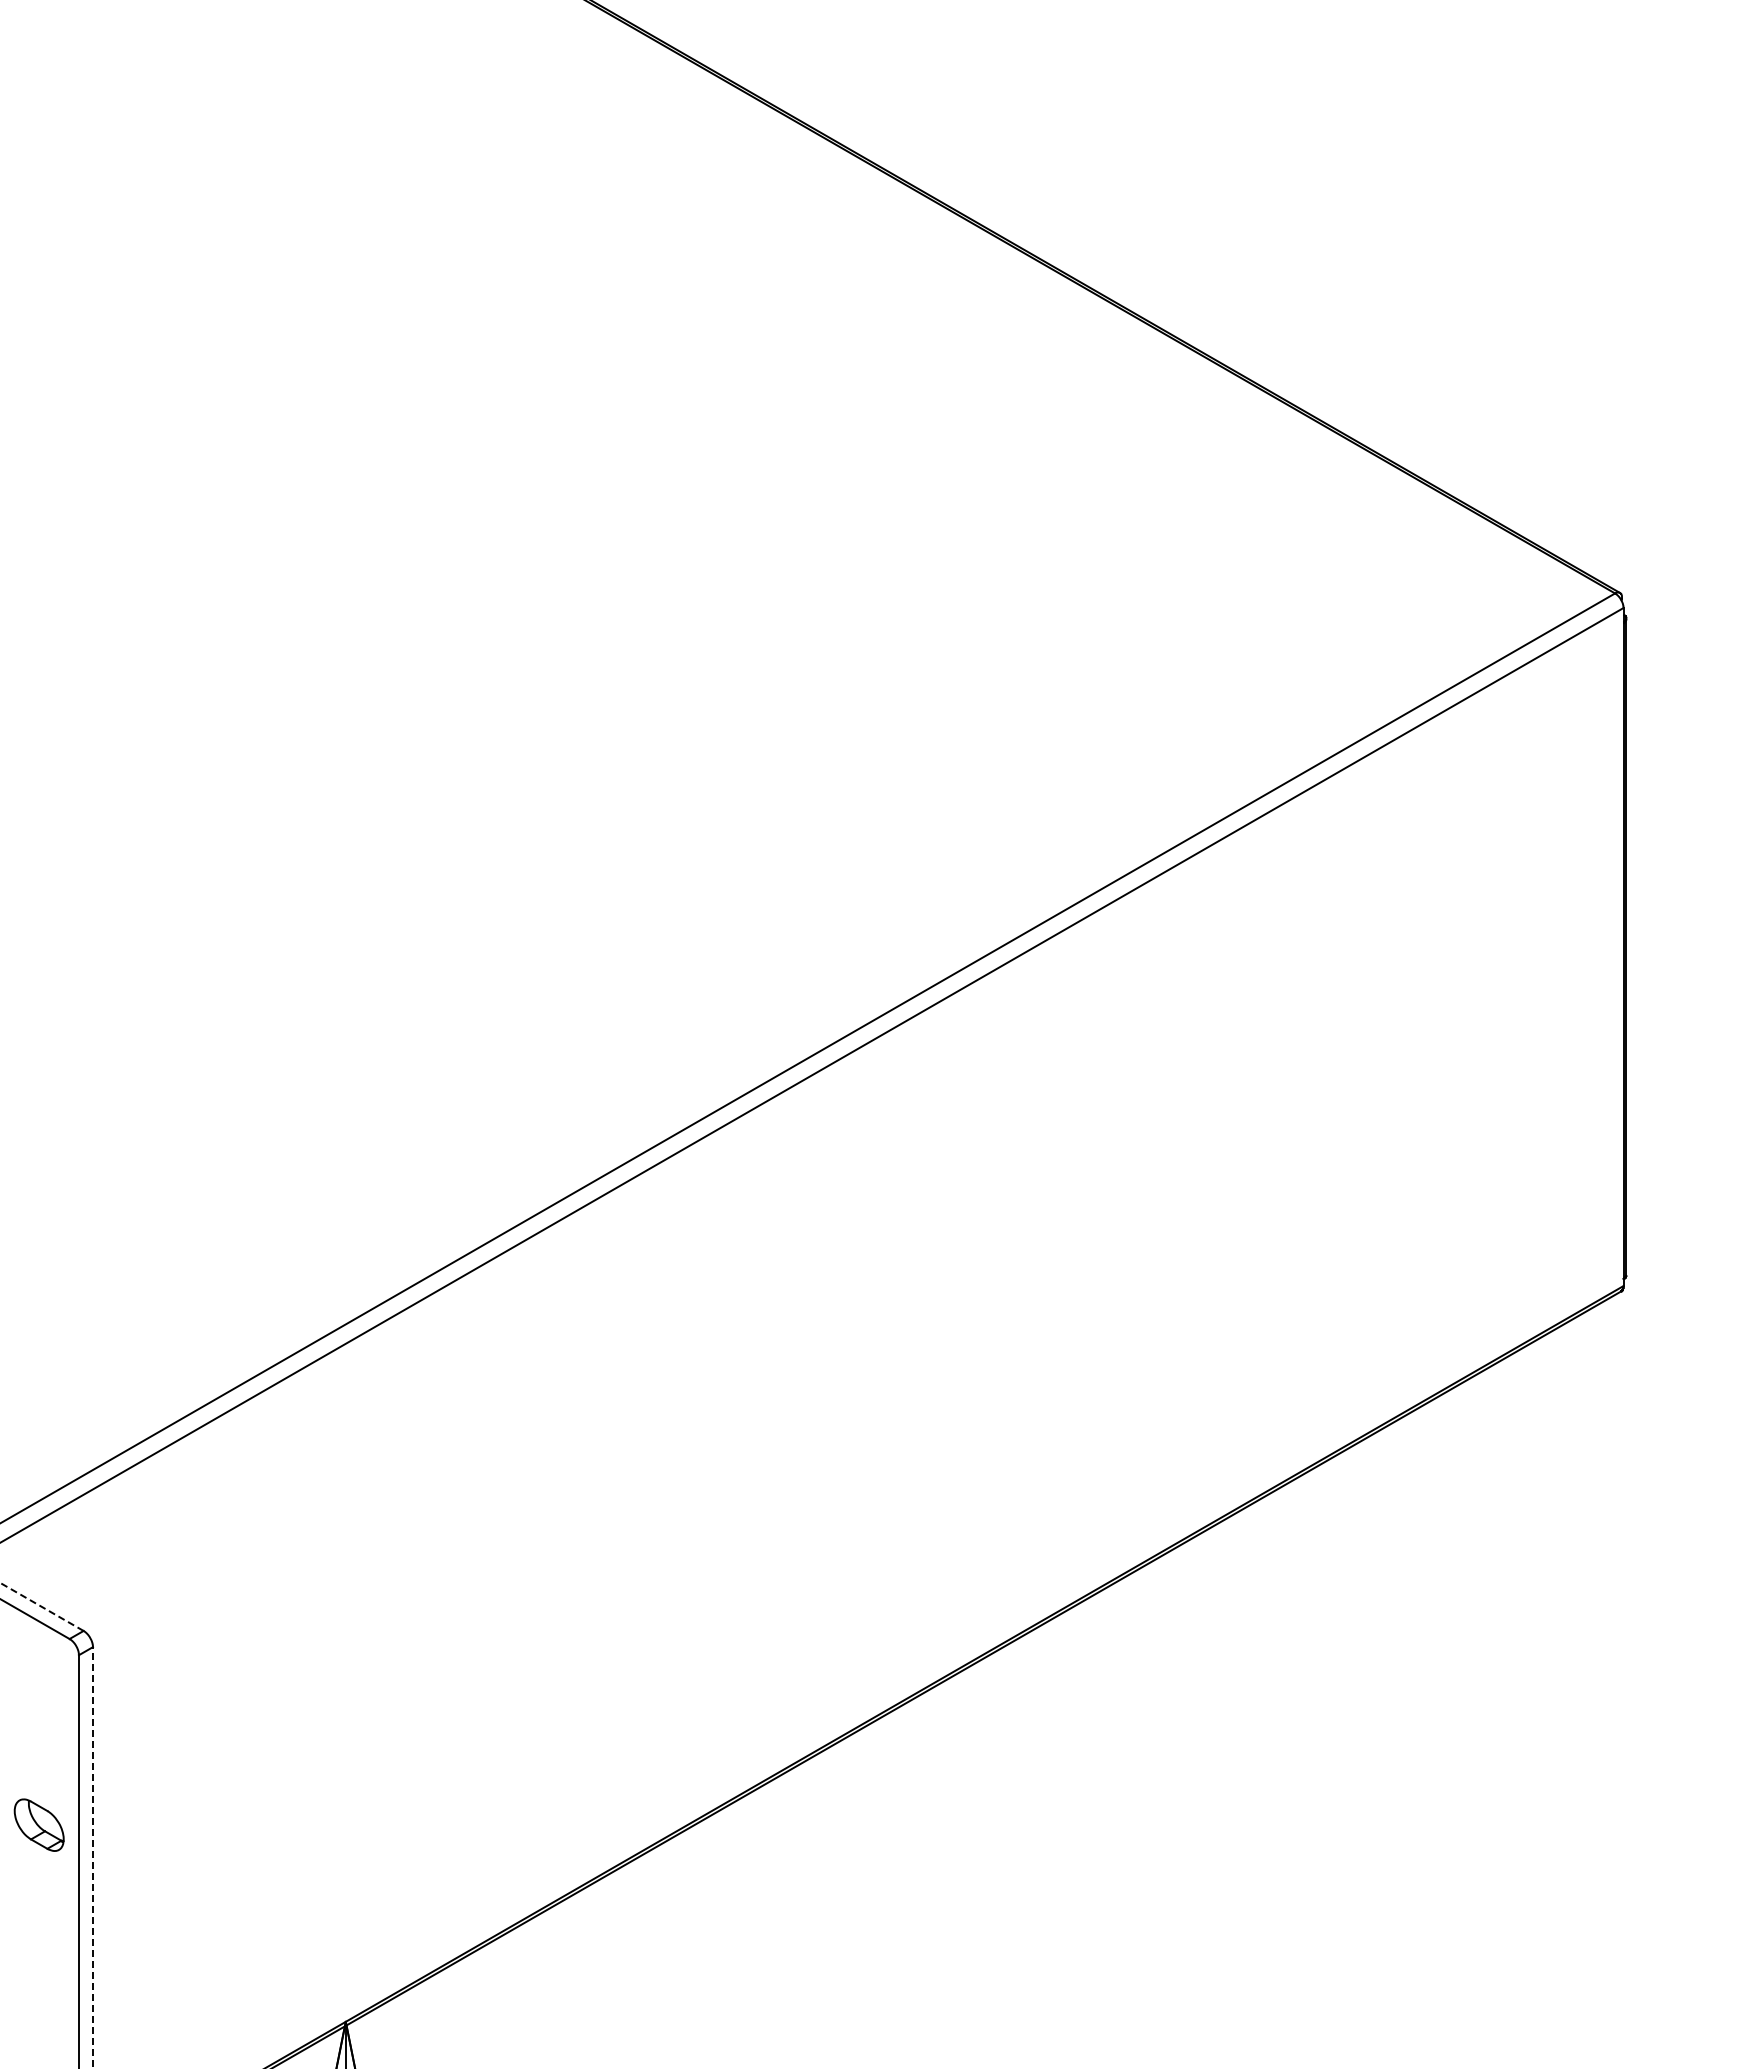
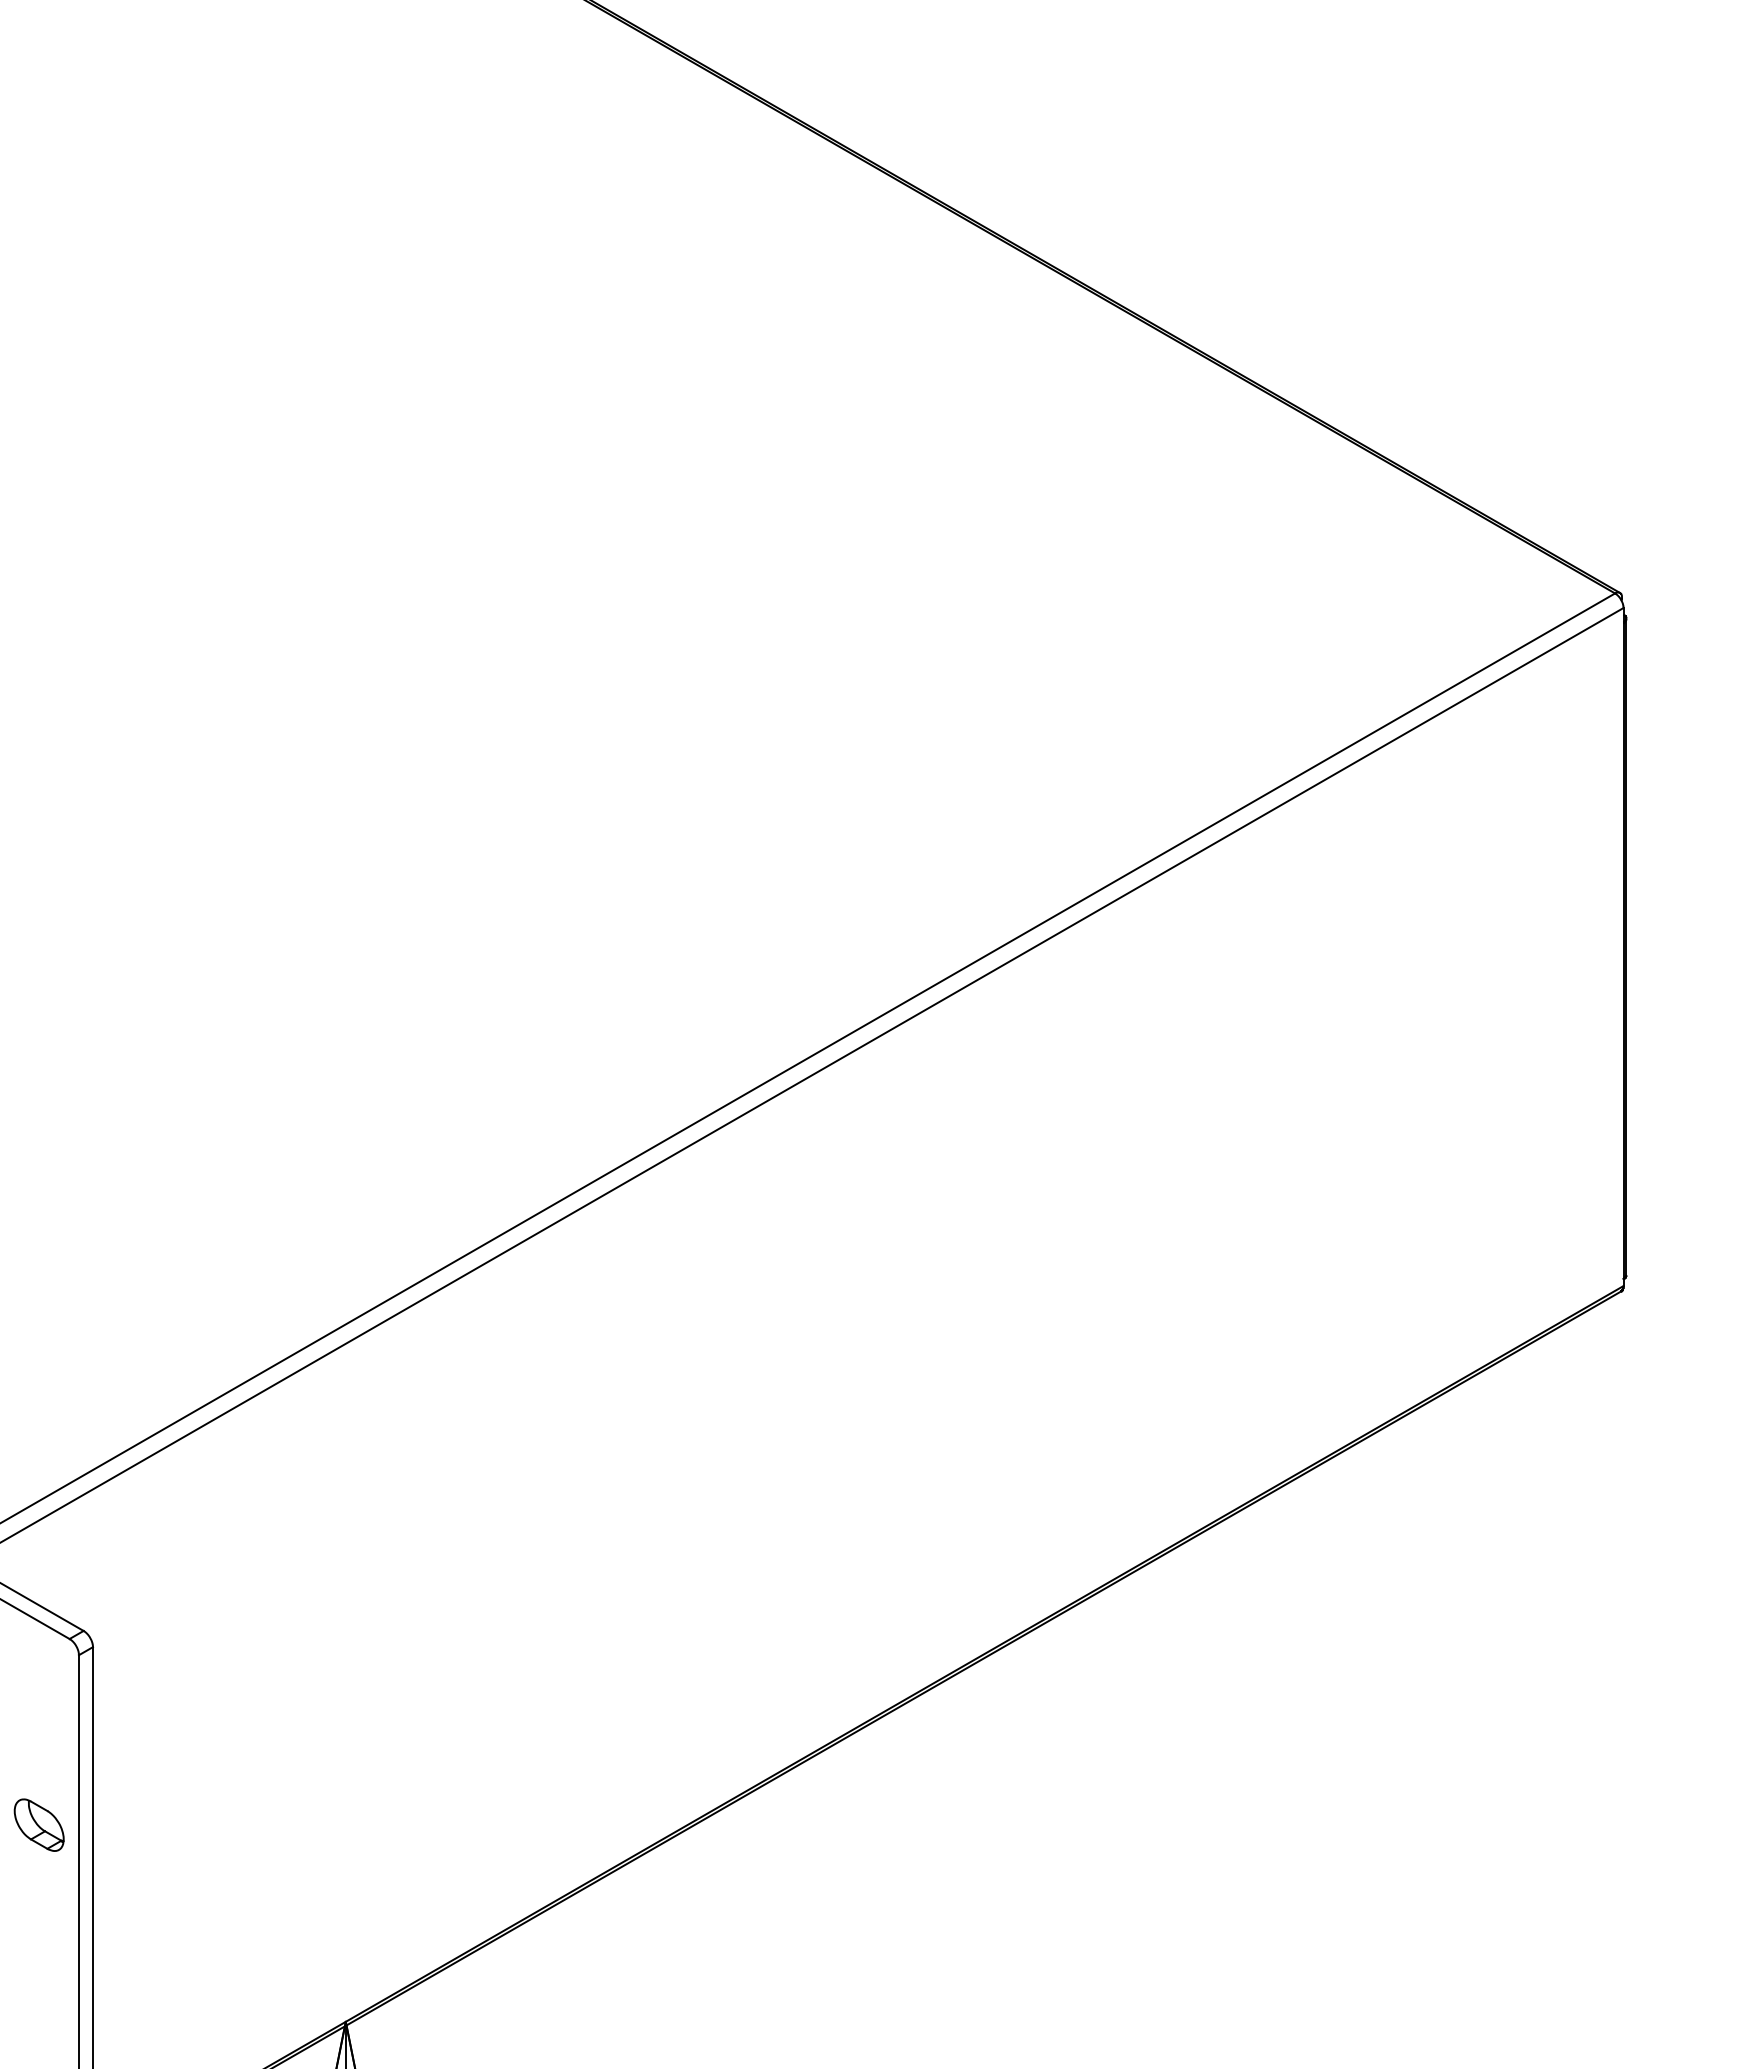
line at (42, 1607): dashed -> solid
line at (92, 1857): dashed -> solid
